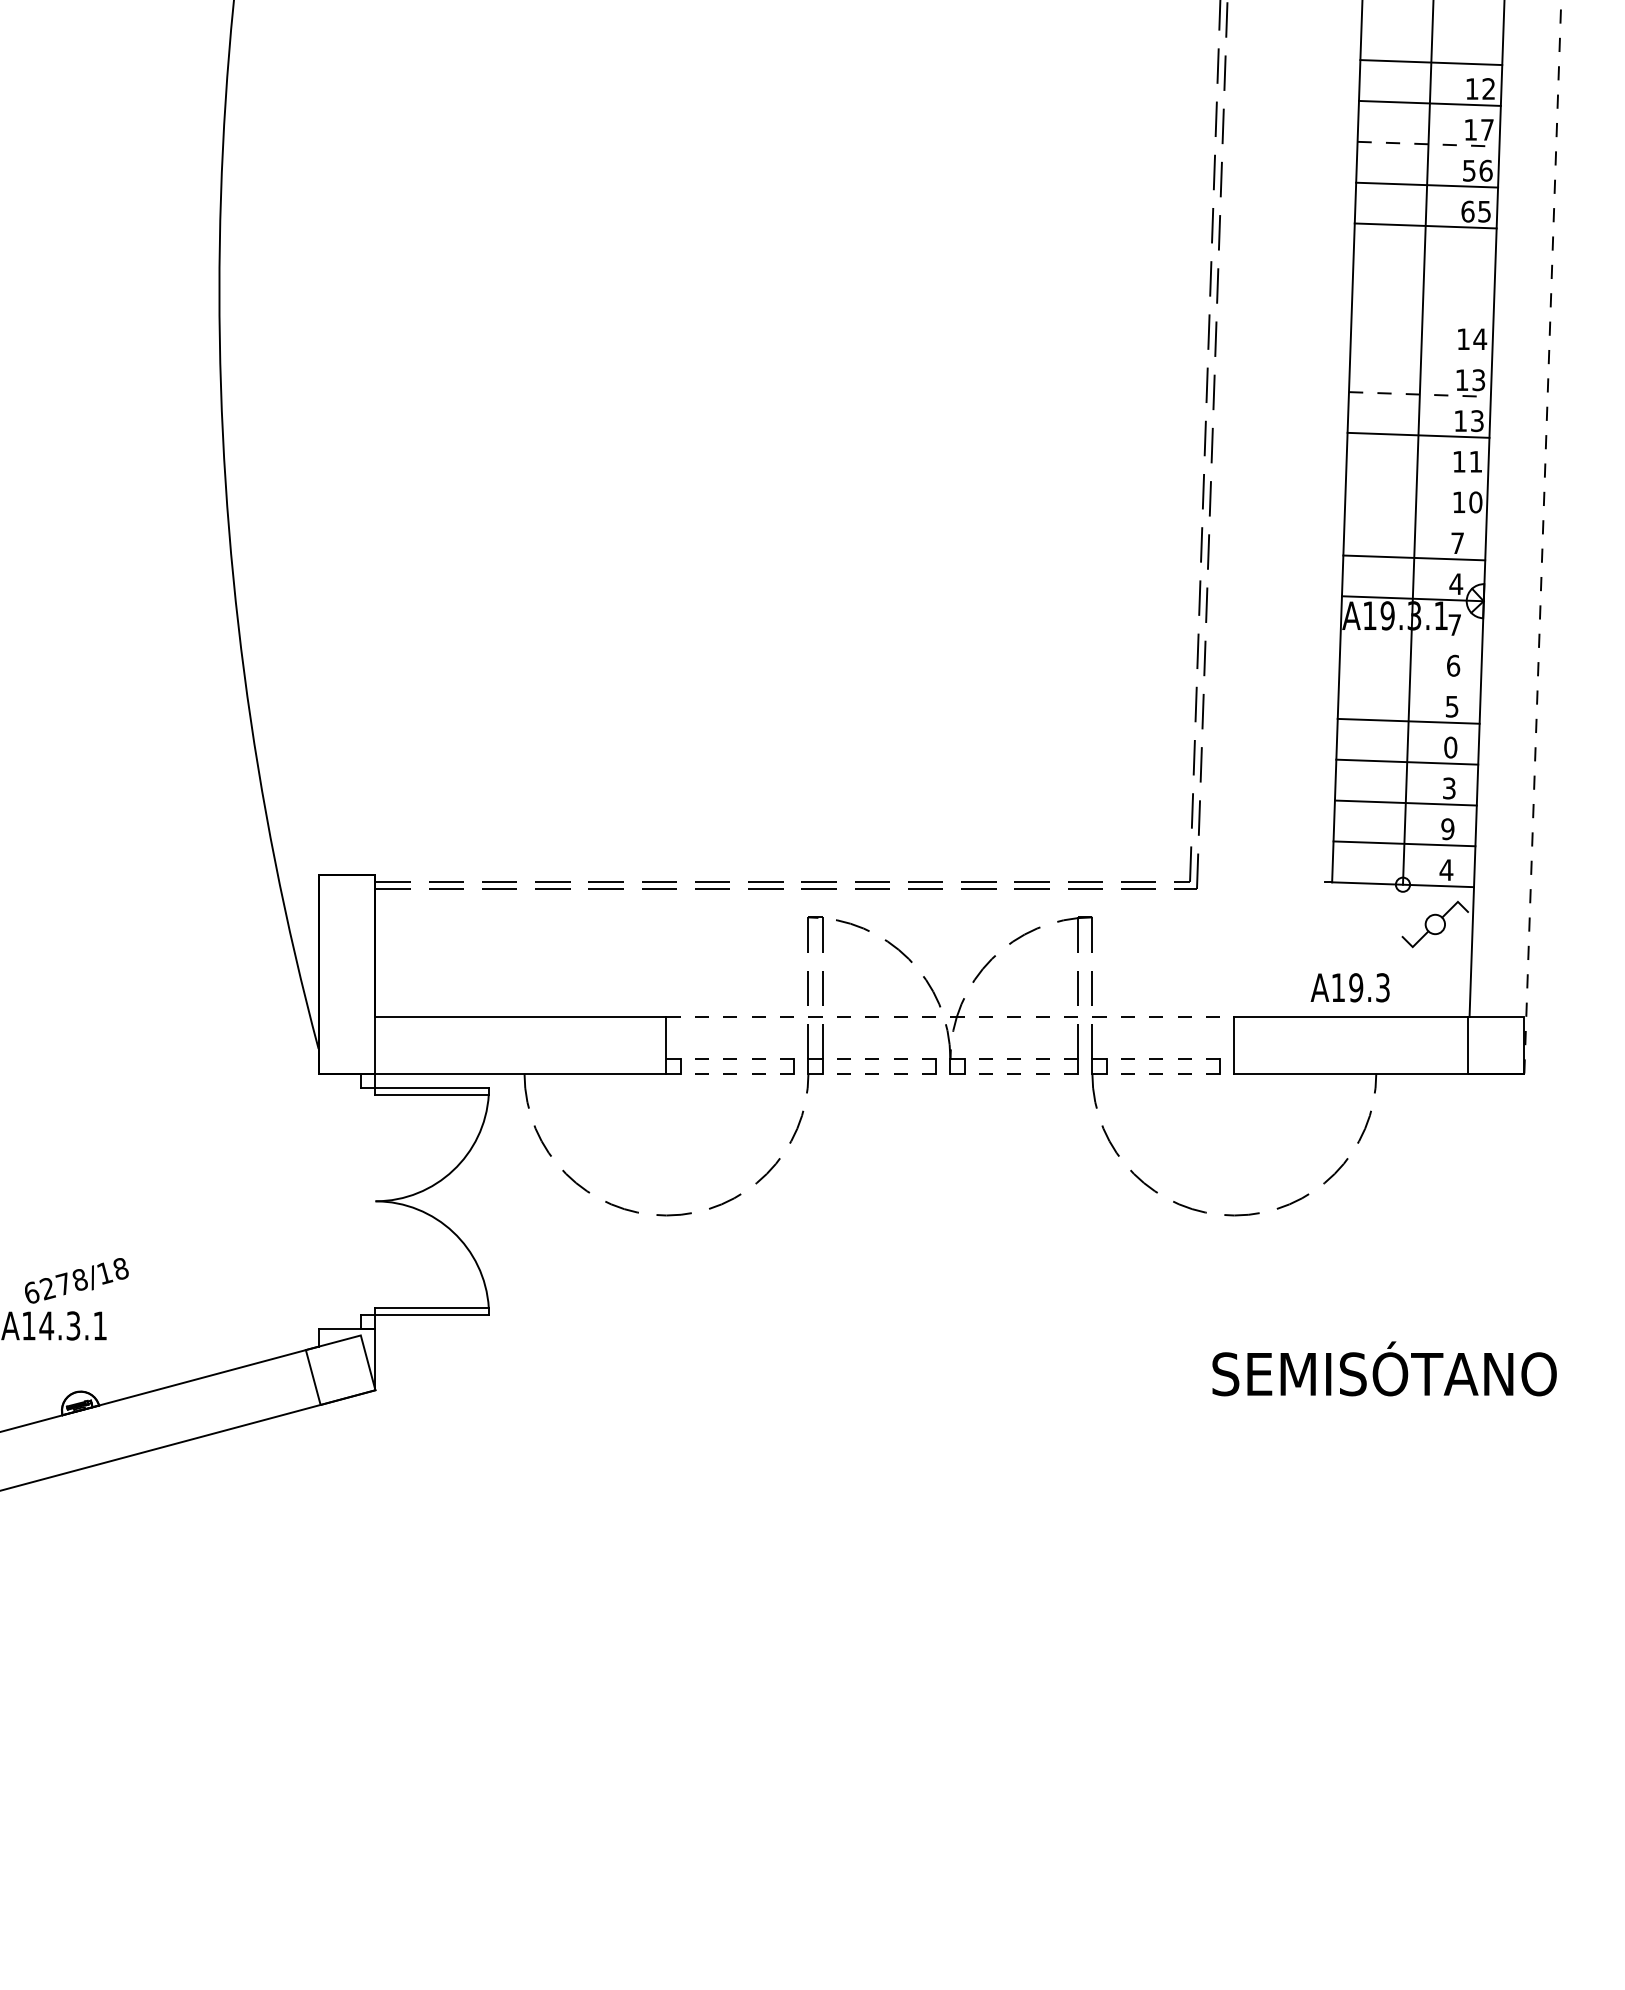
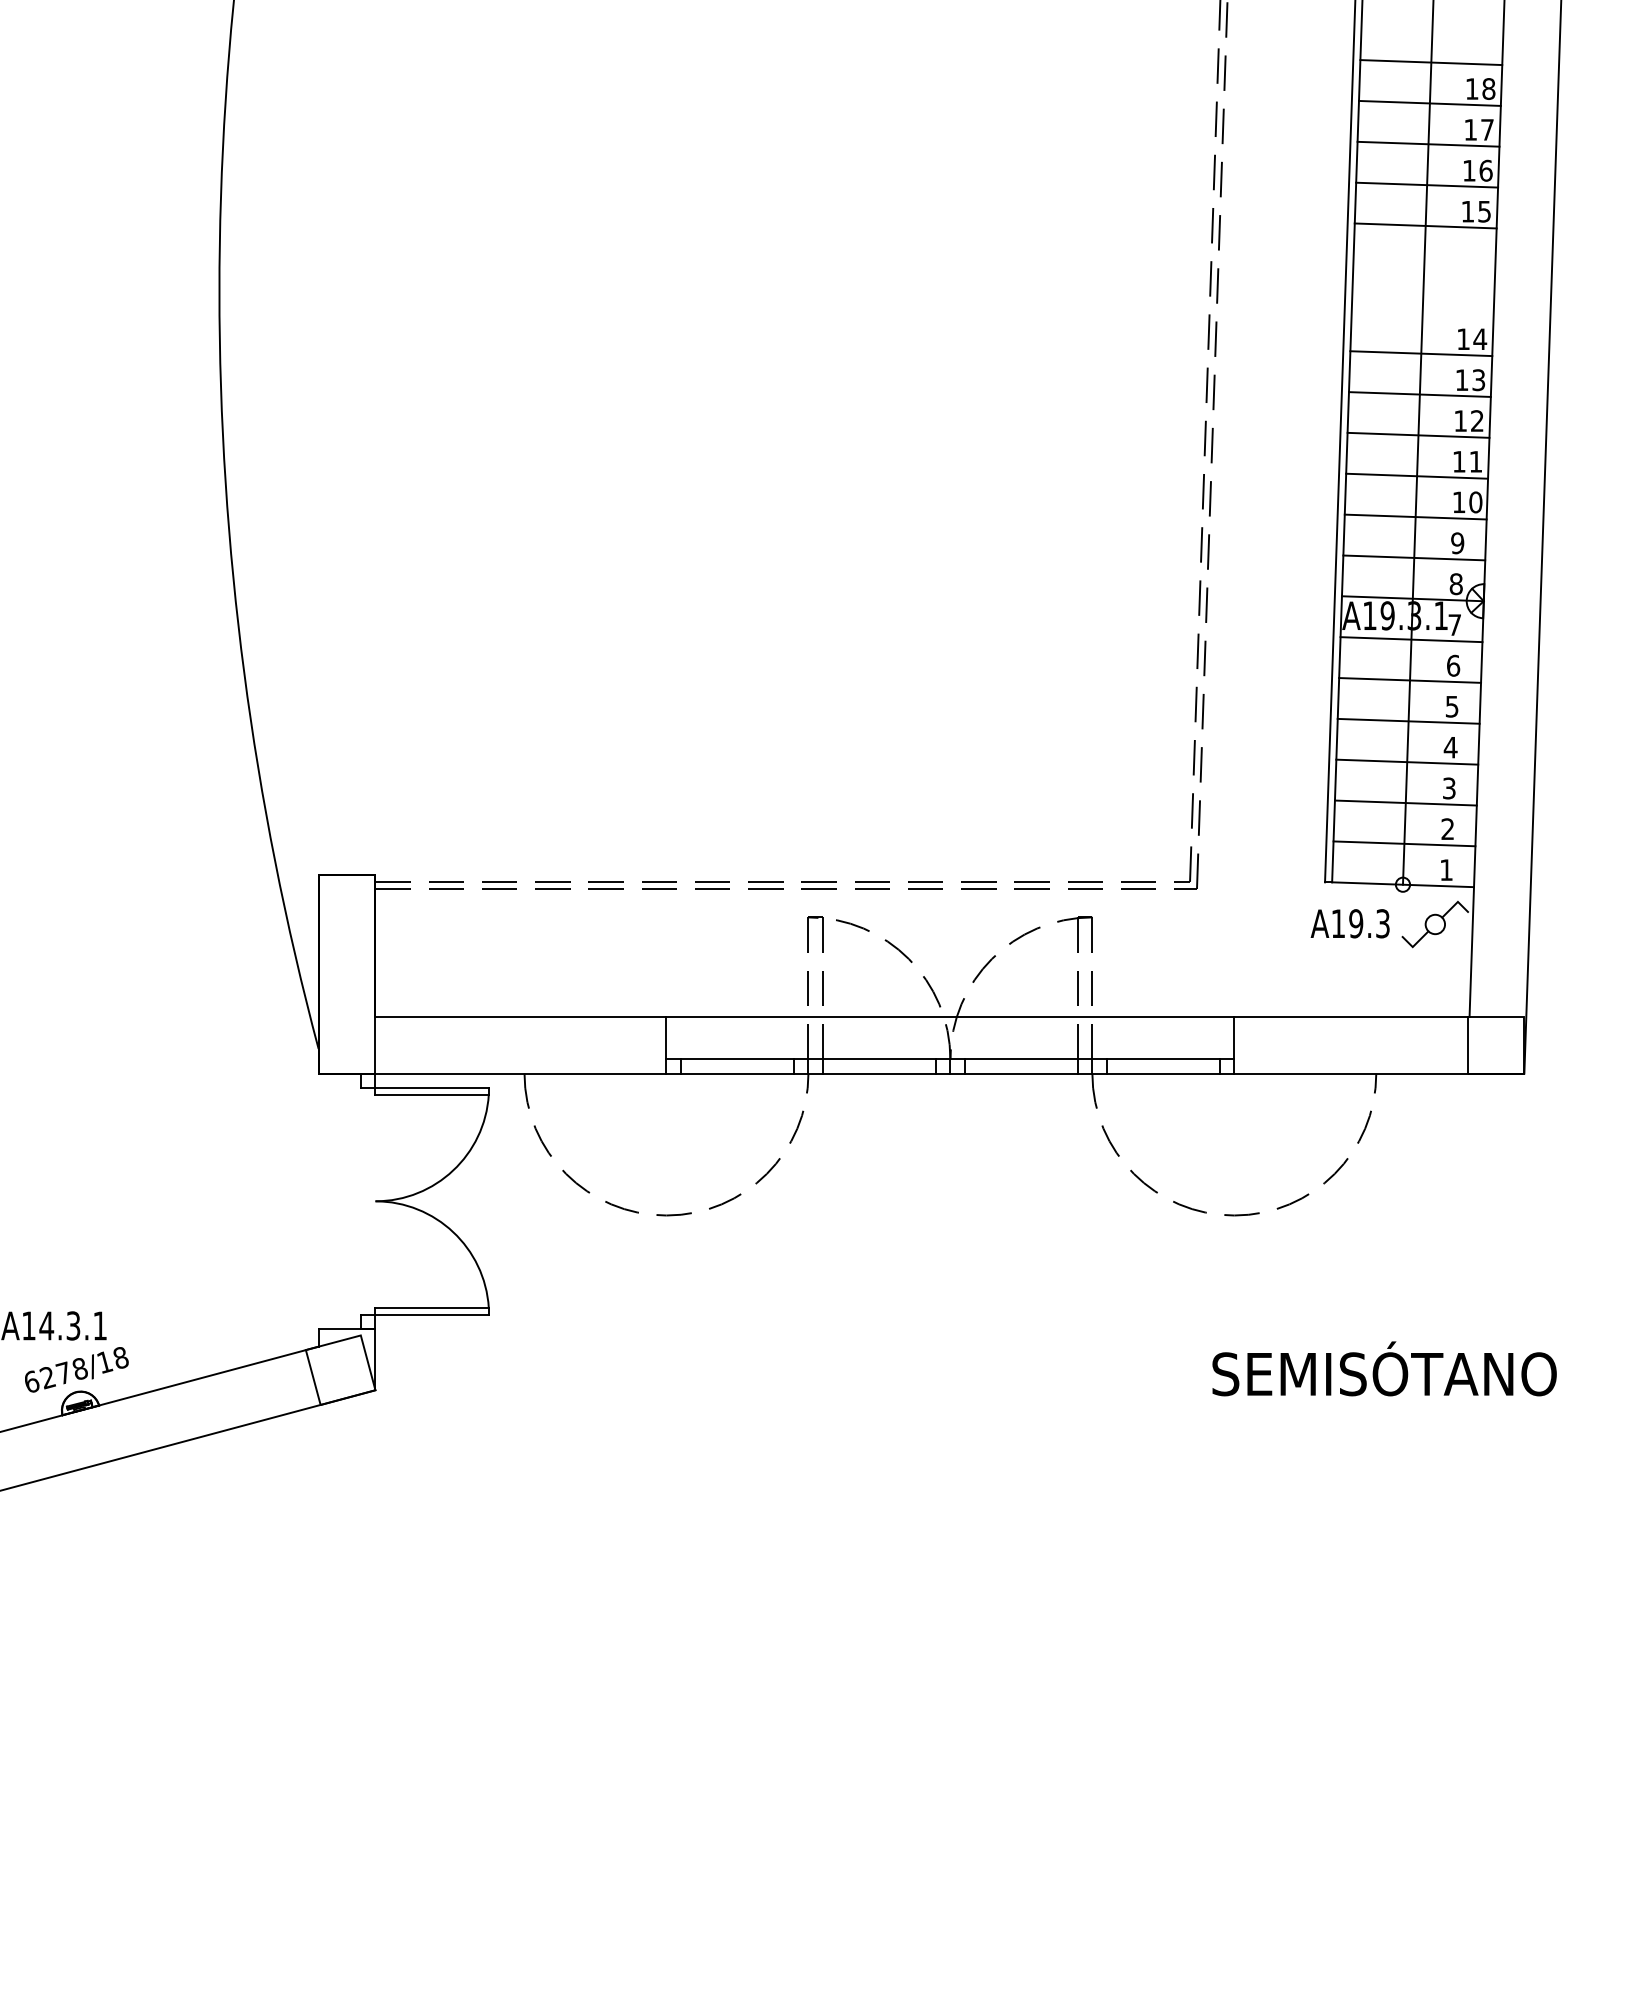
text at (1488, 88): 12 -> 18
line at (1429, 144): dashed -> solid
text at (1469, 170): 56 -> 16
text at (1467, 211): 65 -> 15
line at (1421, 353): none -> present
line at (1419, 394): dashed -> solid
text at (1477, 421): 13 -> 12
line at (1340, 442): none -> present
line at (1417, 475): none -> present
line at (1415, 516): none -> present
line at (1542, 536): dashed -> solid
text at (1457, 543): 7 -> 9
text at (1456, 584): 4 -> 8
line at (1411, 639): none -> present
line at (1410, 680): none -> present
text at (1450, 747): 0 -> 4
text at (1447, 829): 9 -> 2
text at (1446, 869): 4 -> 1
text at (1349, 987) position: (1349, 987) -> (1349, 923)
line at (950, 1016): dashed -> solid
line at (950, 1059): dashed -> solid
line at (950, 1073): dashed -> solid
text at (76, 1280) position: (76, 1280) -> (76, 1369)
